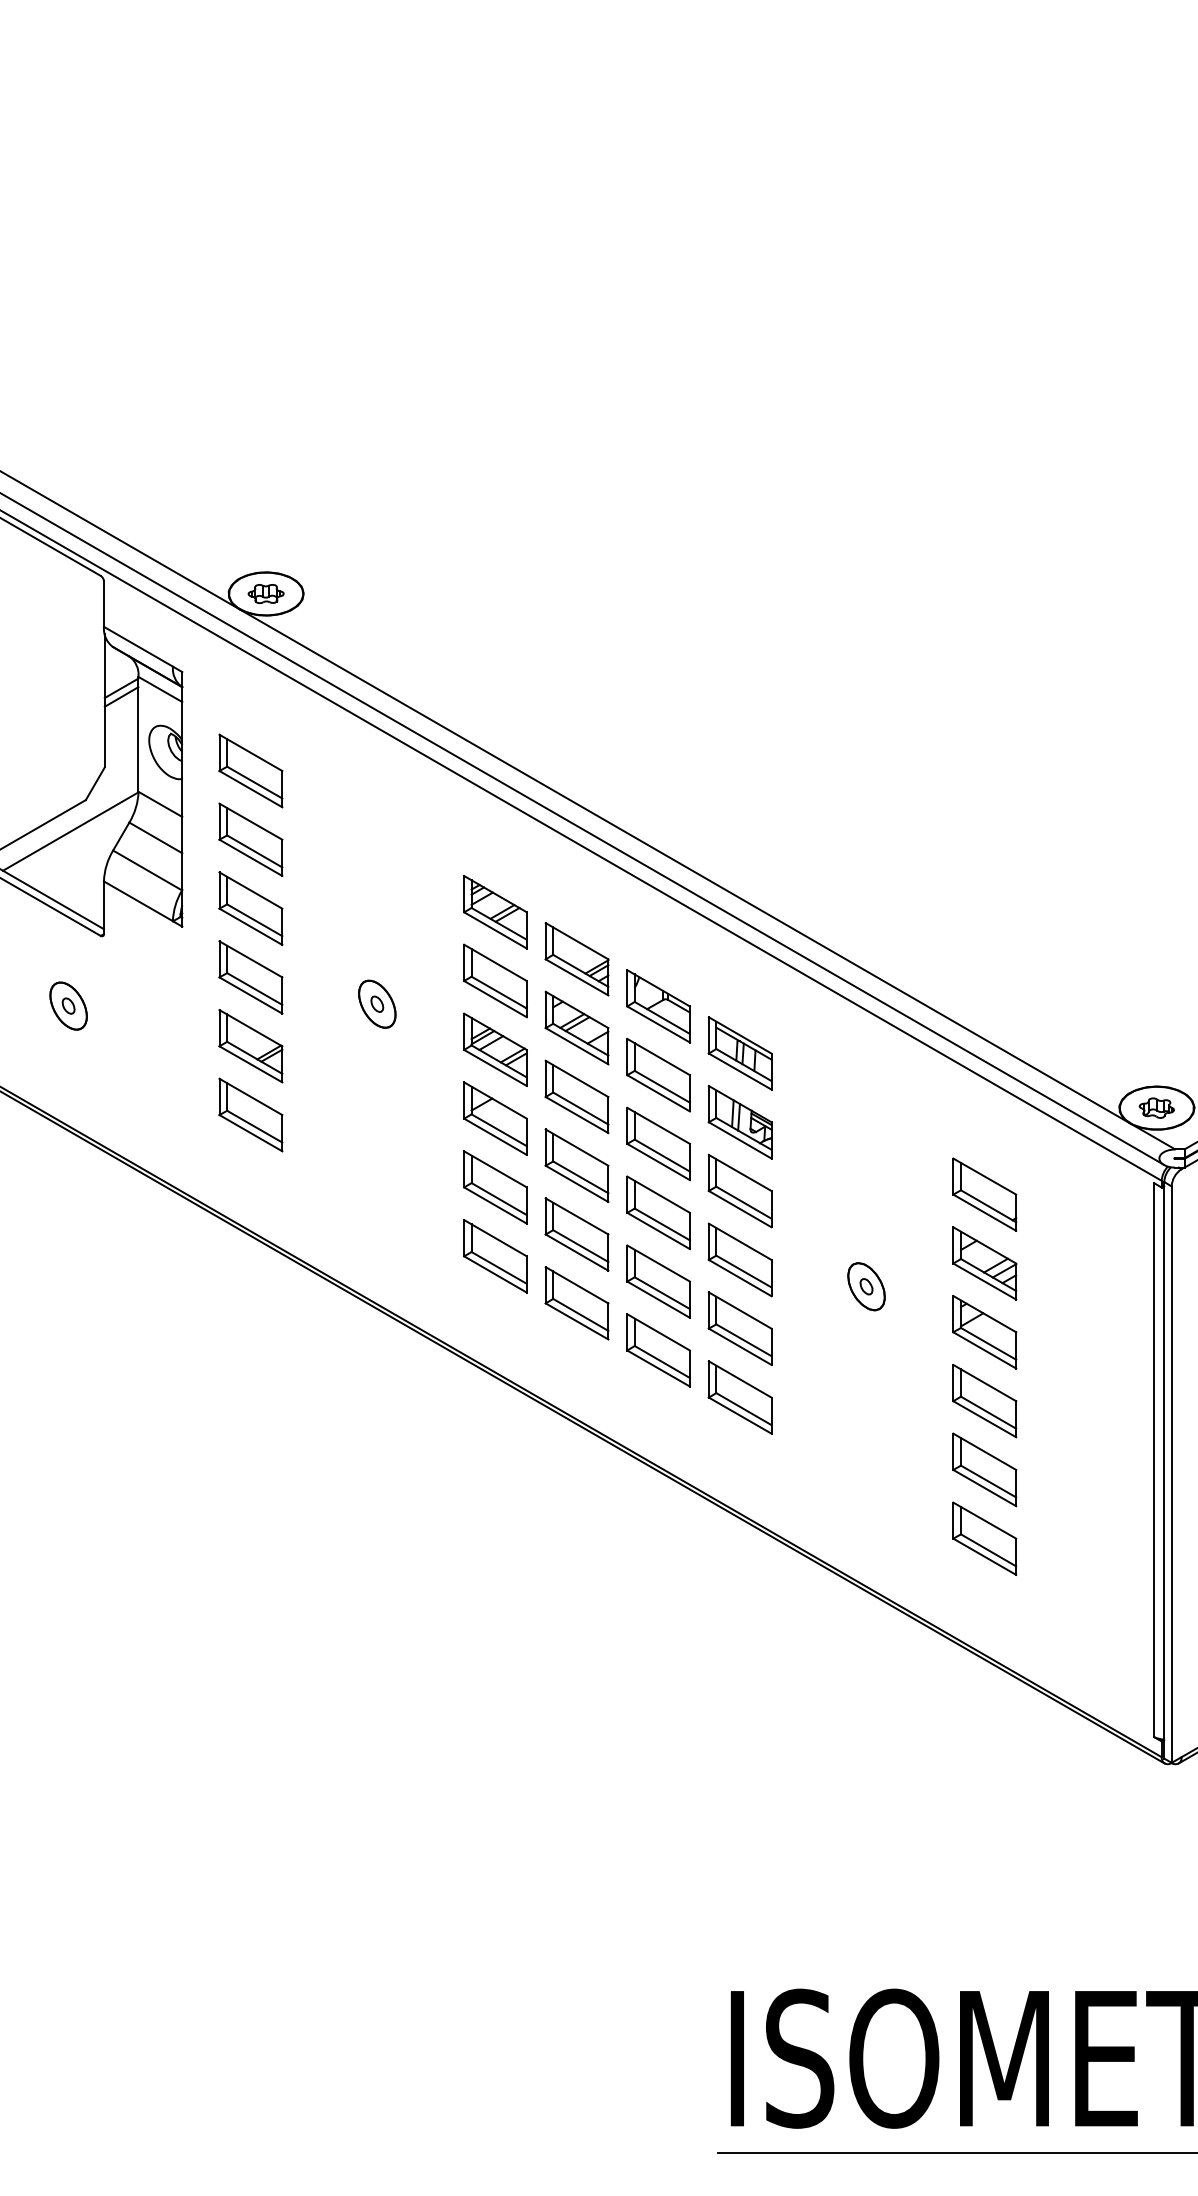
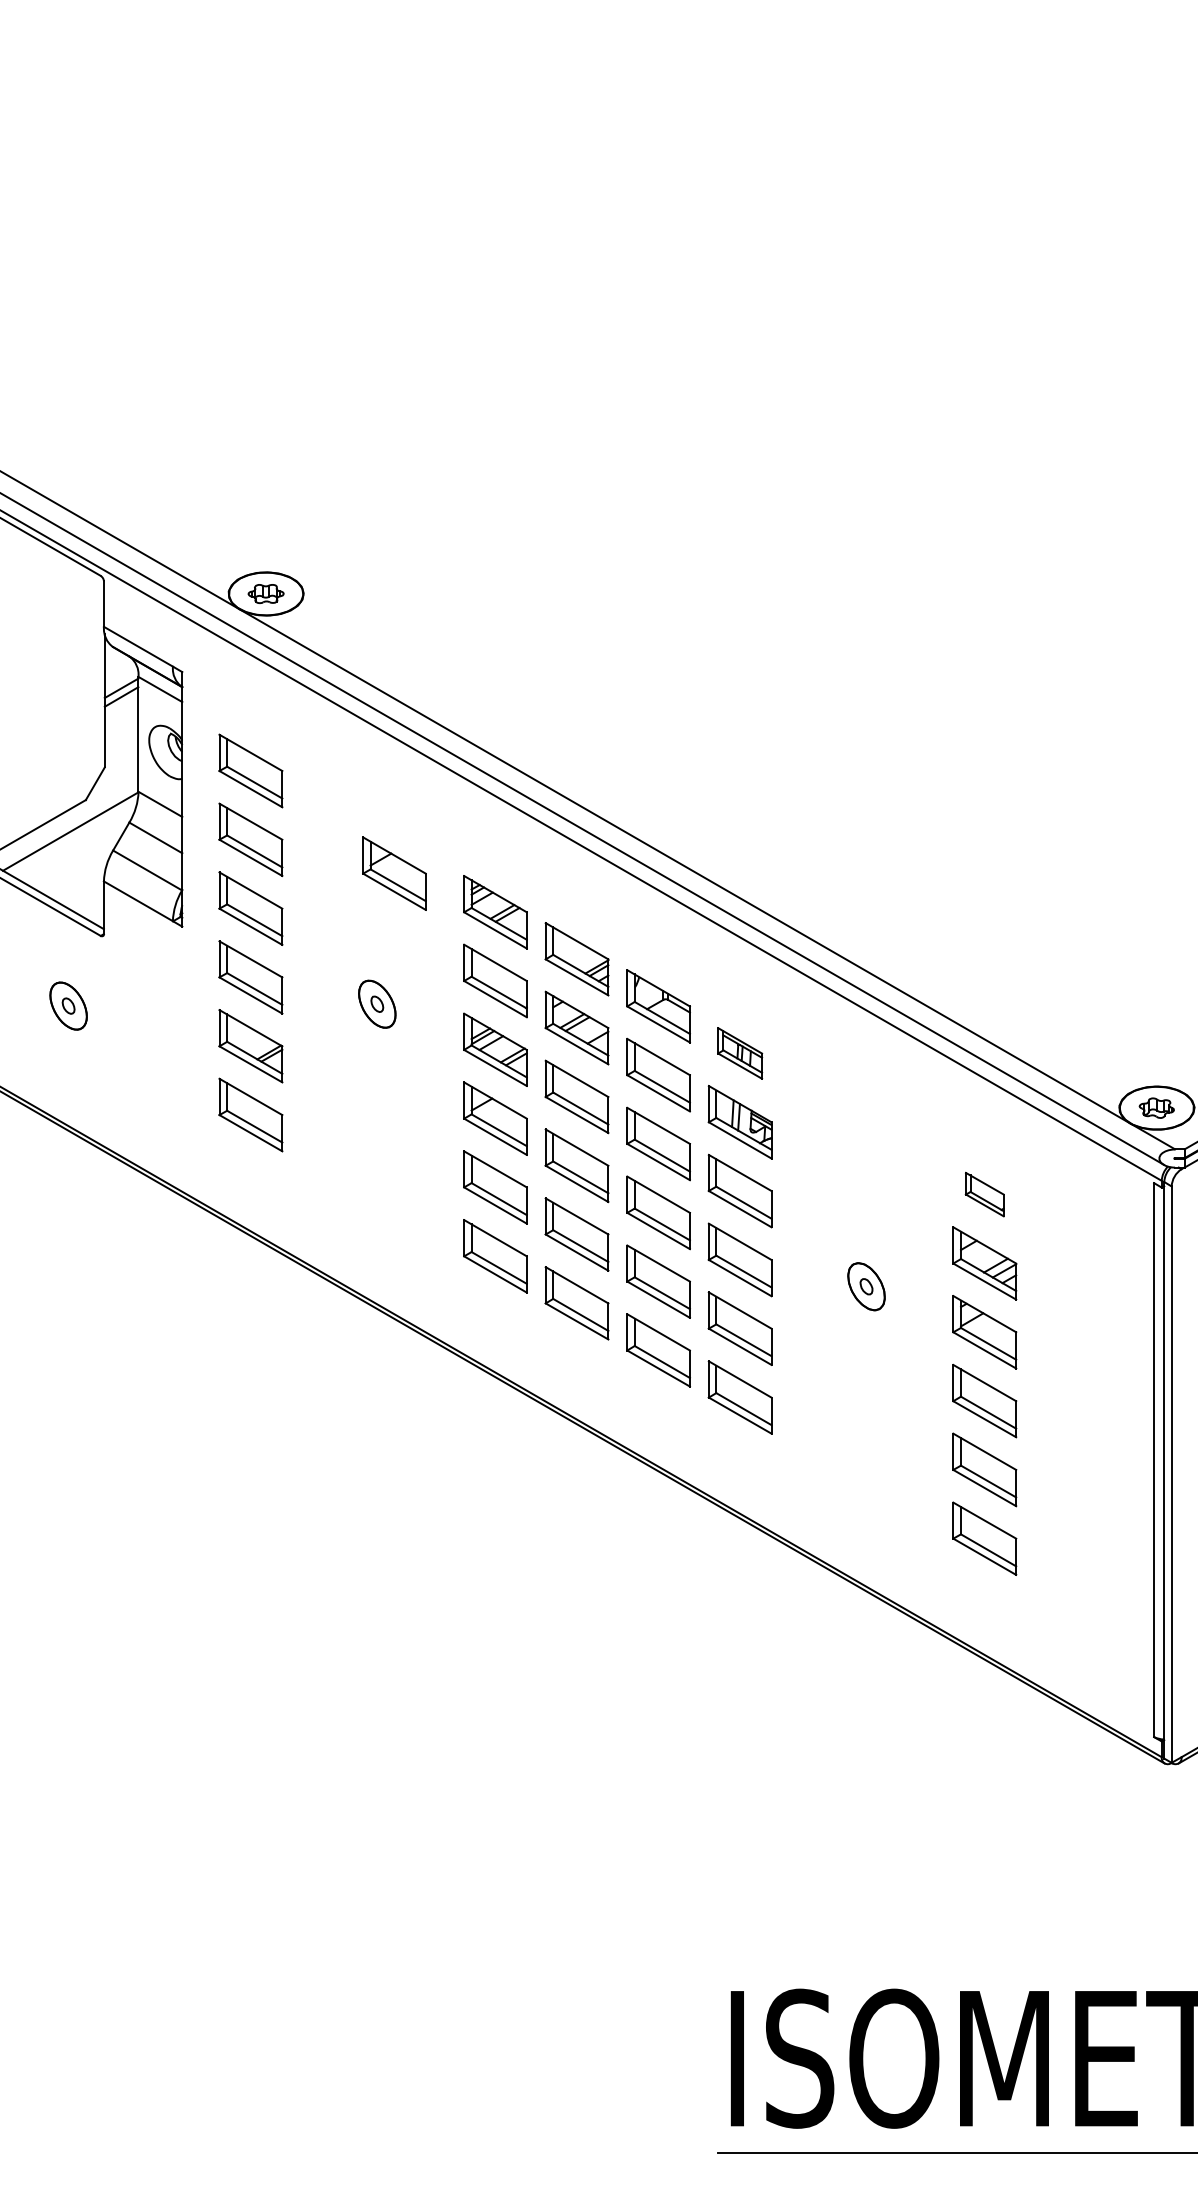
part at (394, 873): none -> present
part at (739, 1053) size: 66x75 px -> 47x53 px
part at (984, 1194) size: 66x75 px -> 41x47 px
